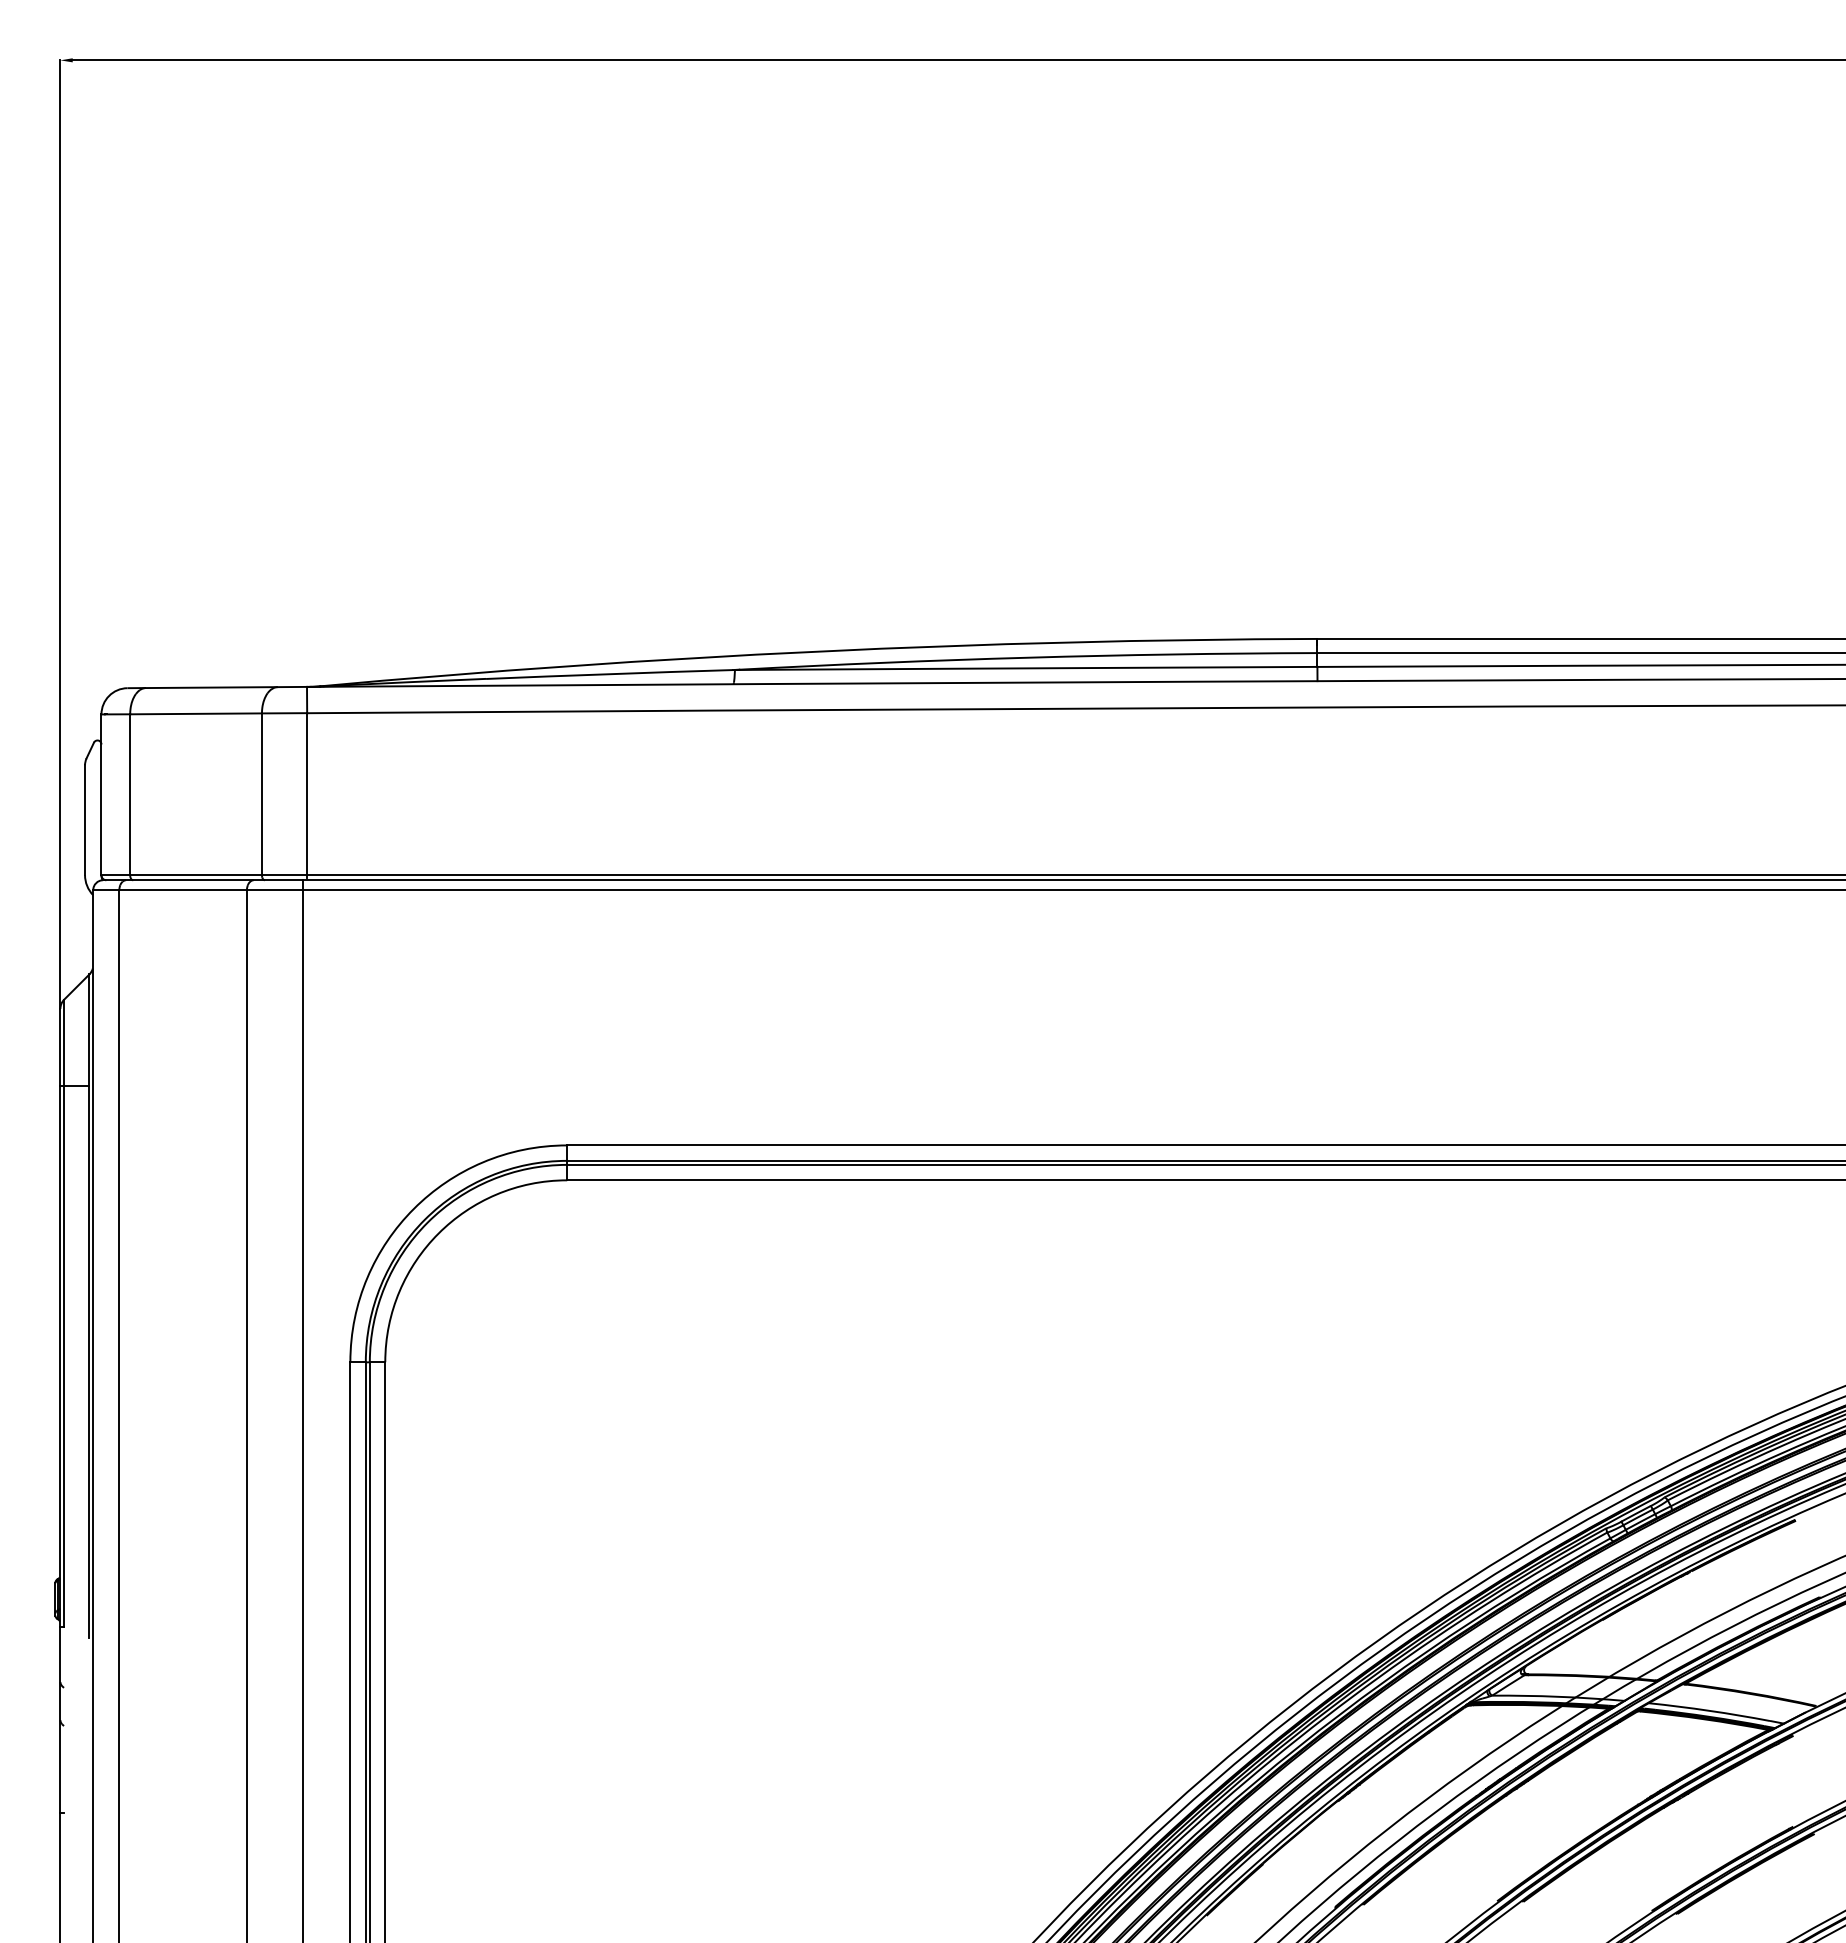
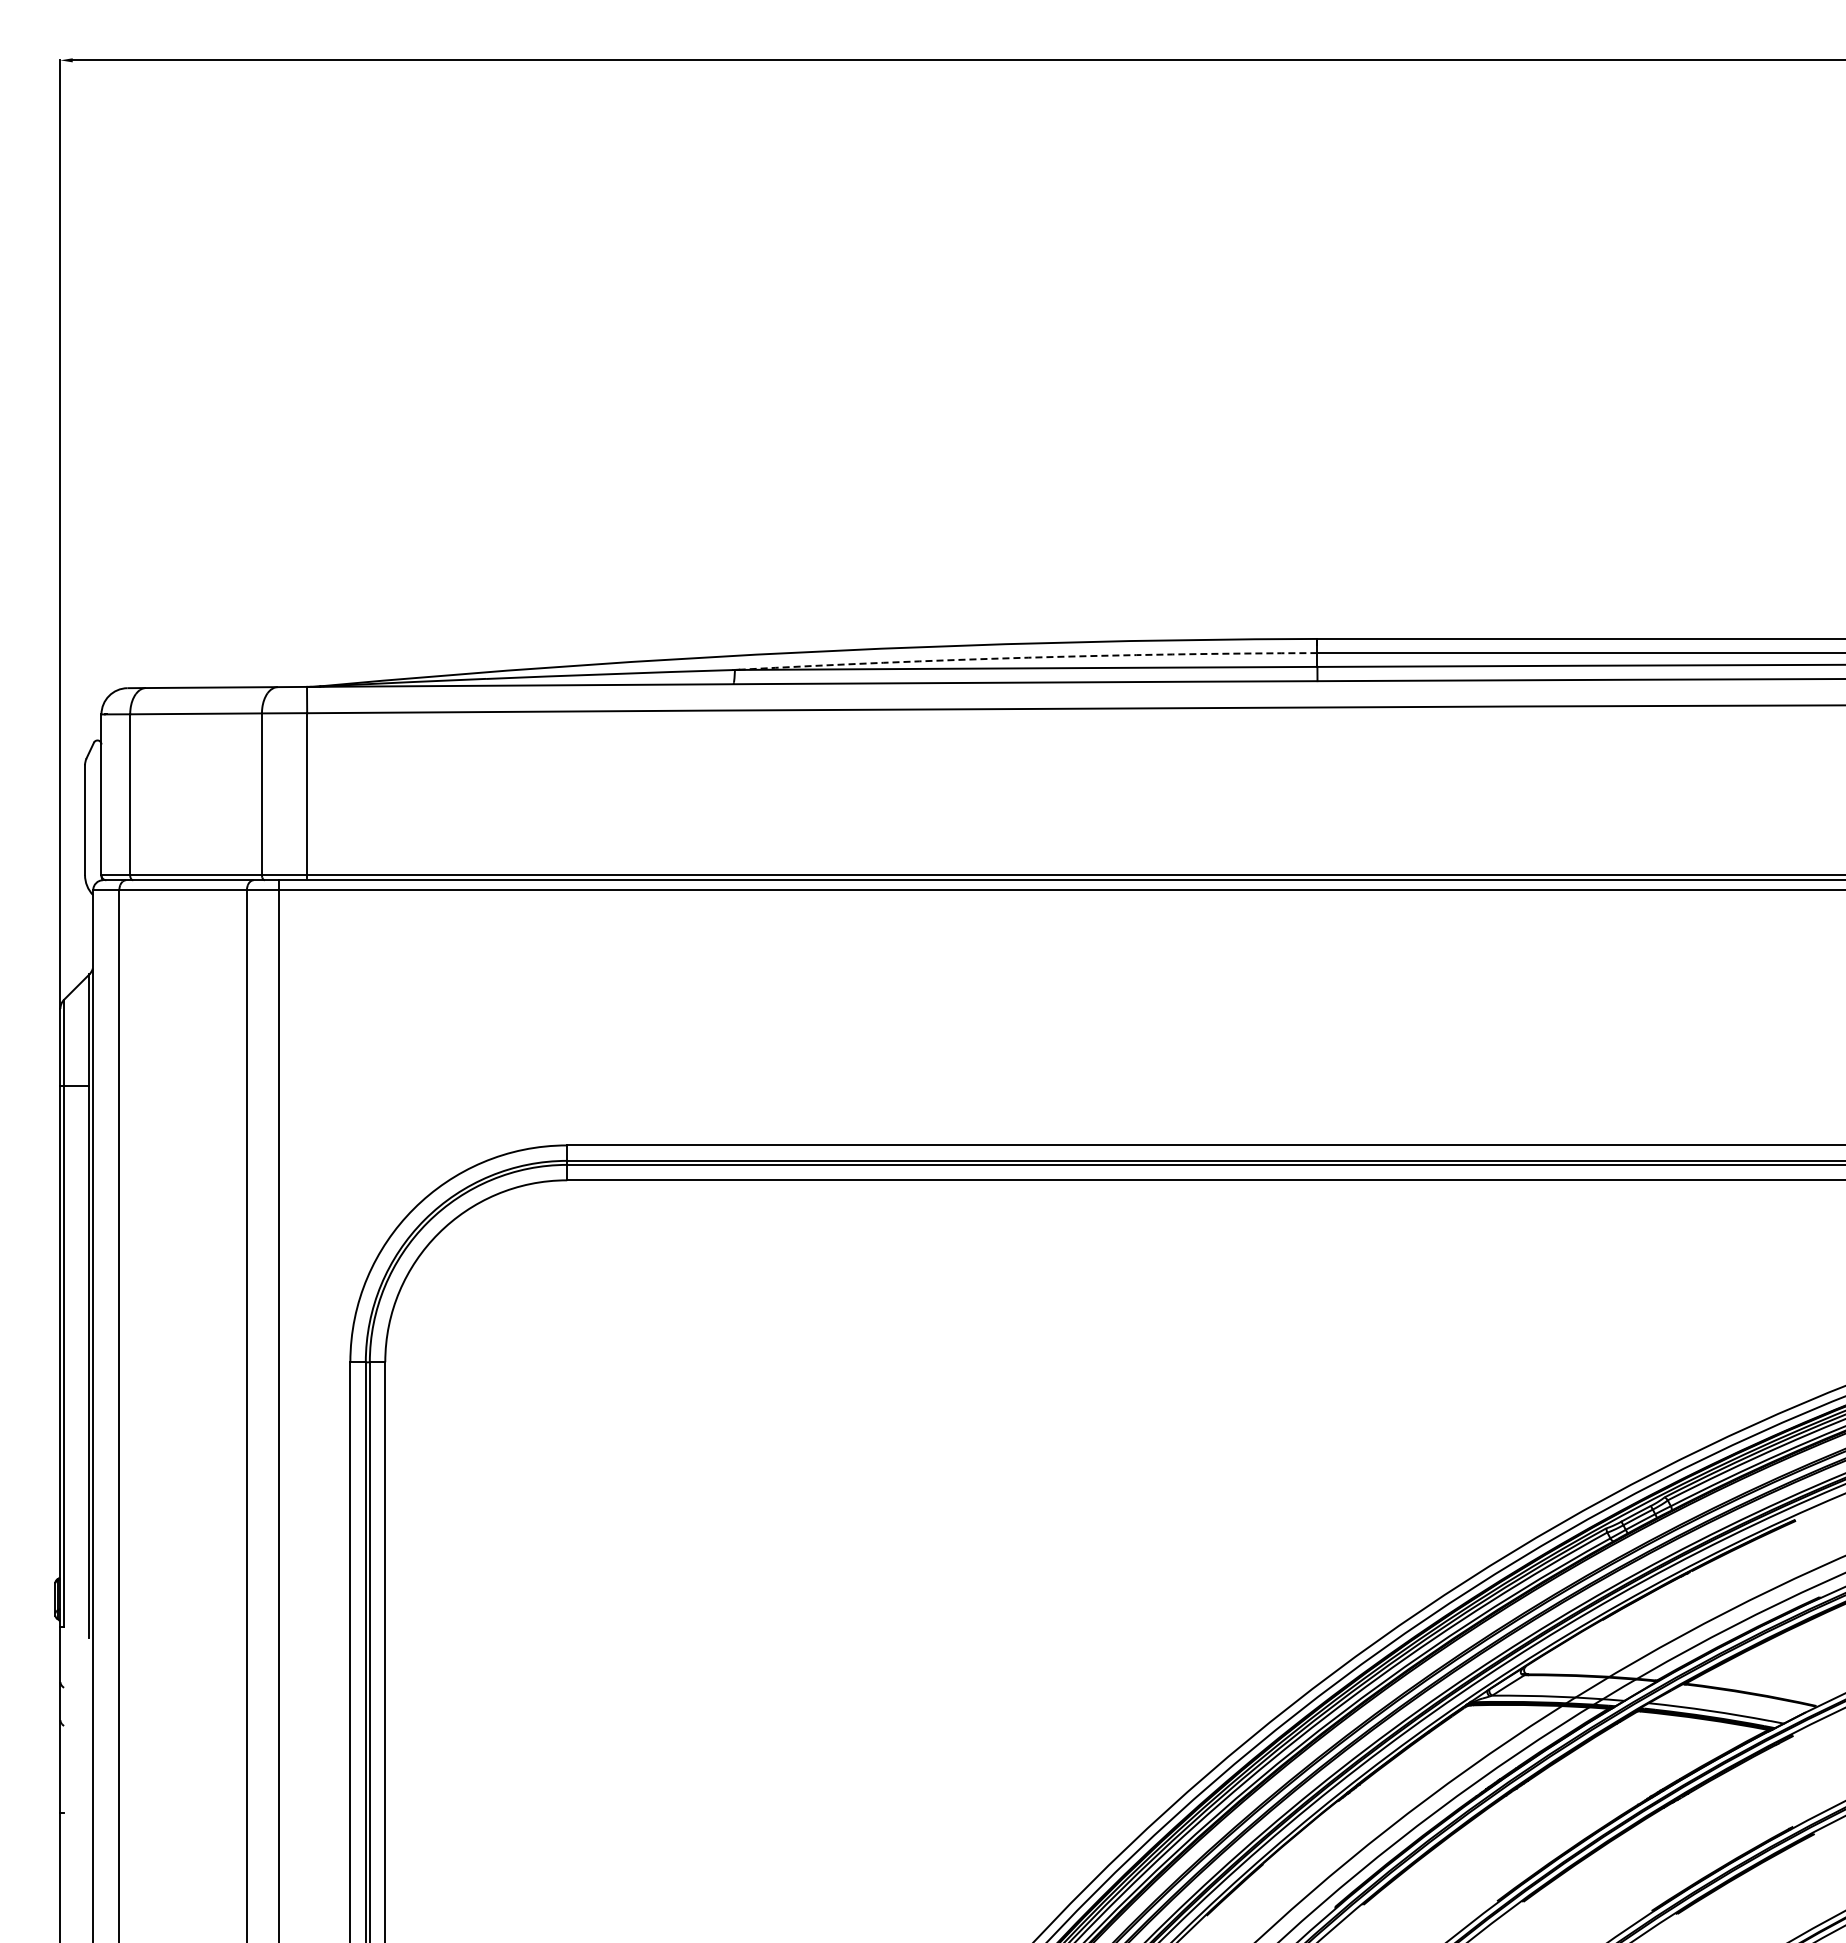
arc at (1028, 657): solid -> dashed
line at (303, 1409) position: (303, 1409) -> (279, 1409)
